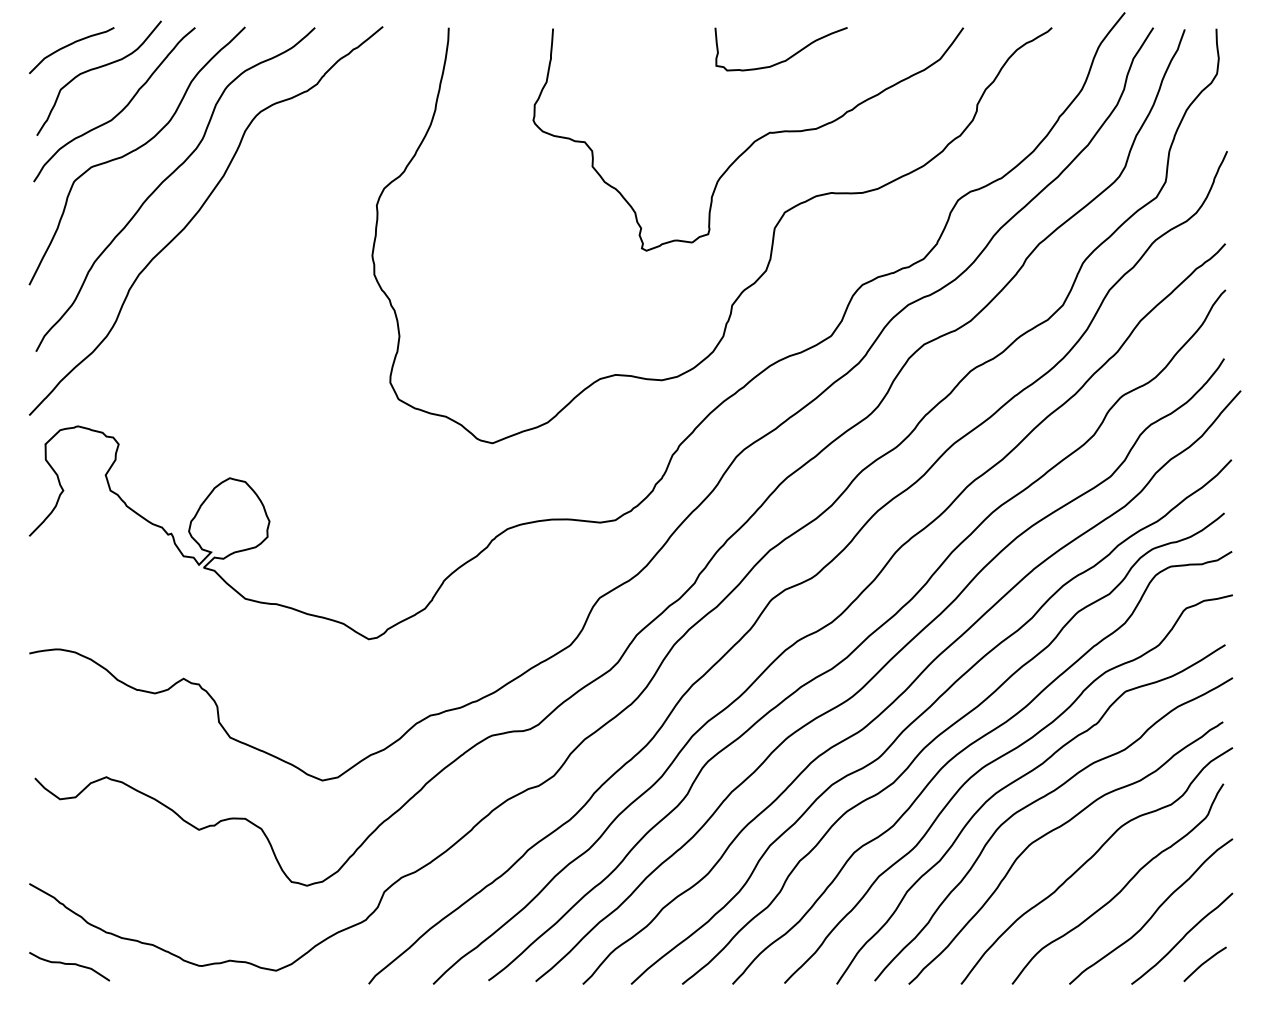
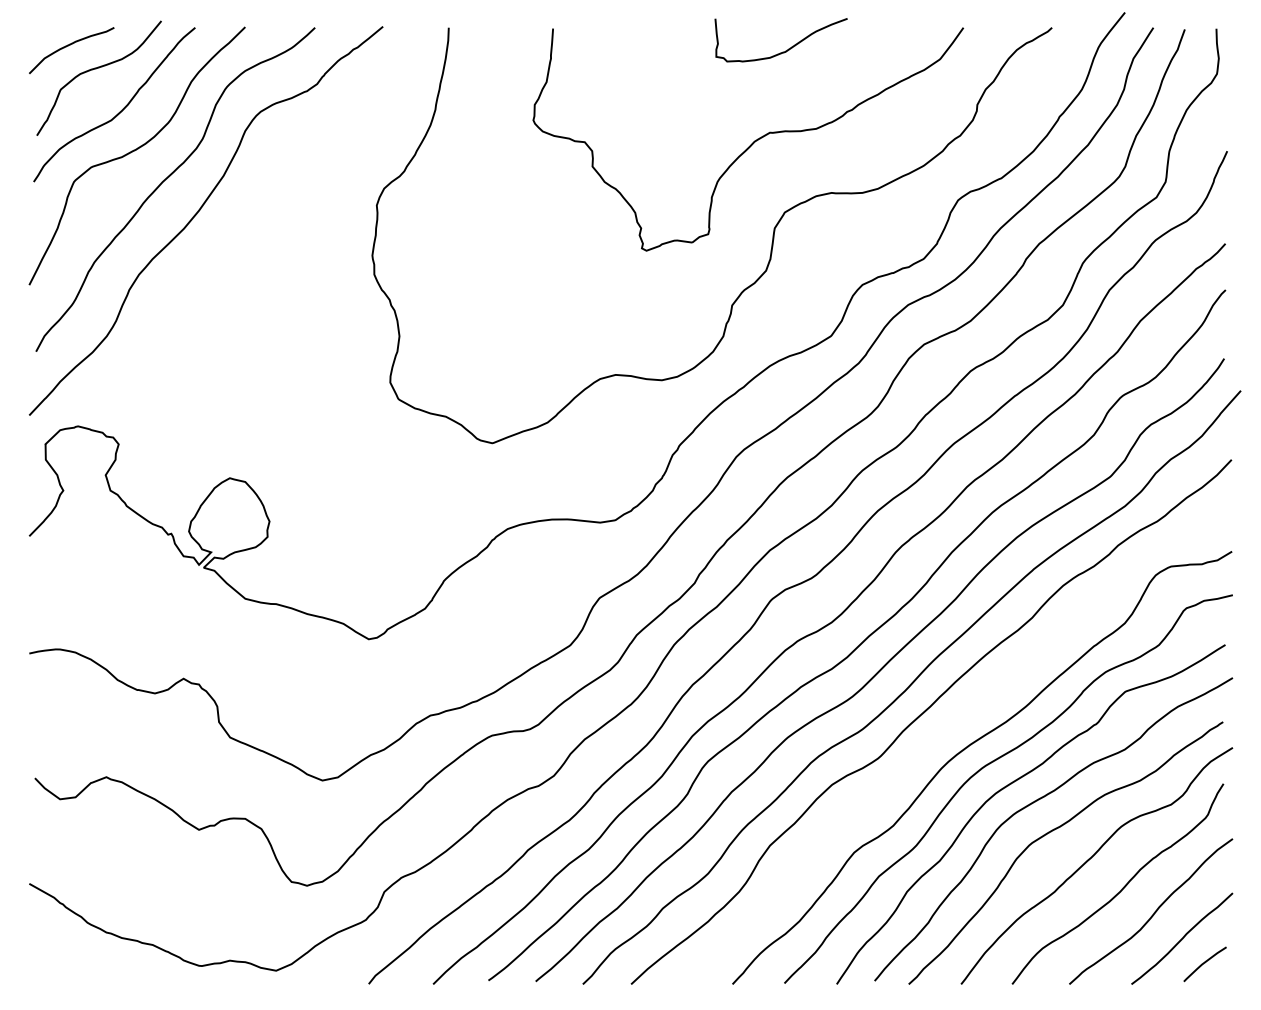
curve at (785, 59) position: (785, 59) -> (785, 50)
curve at (943, 733): present -> none
curve at (69, 964): present -> none
